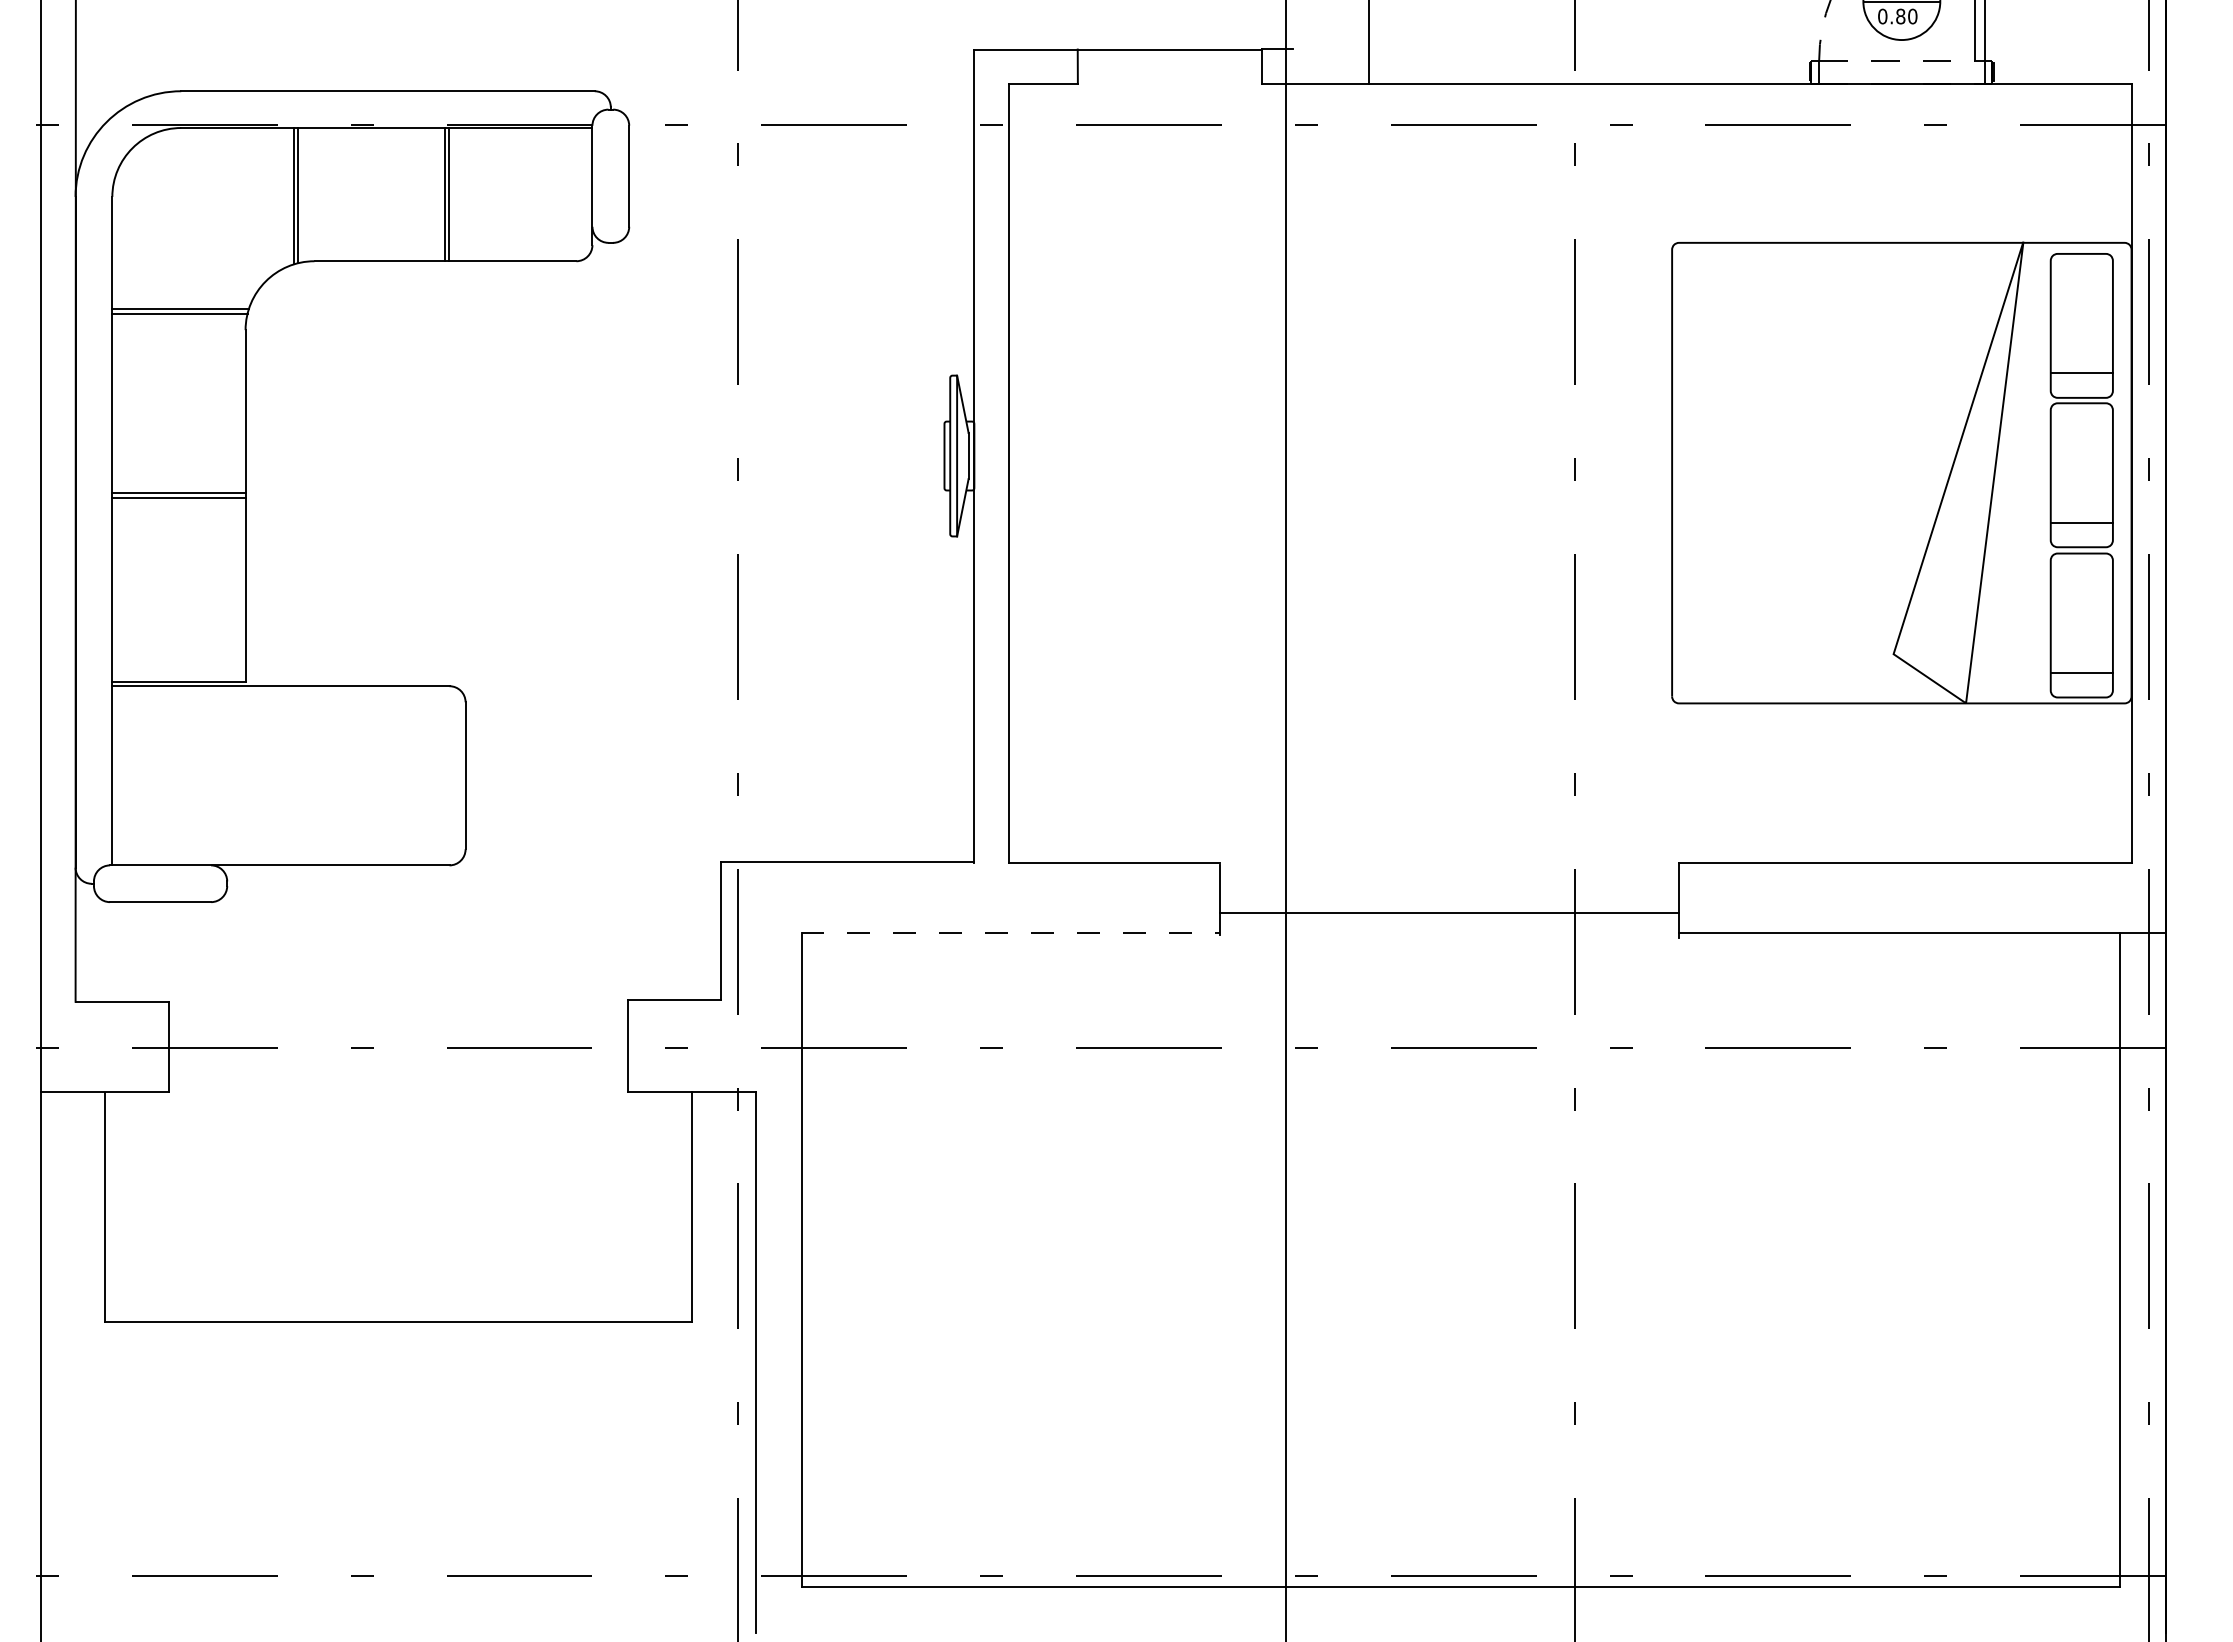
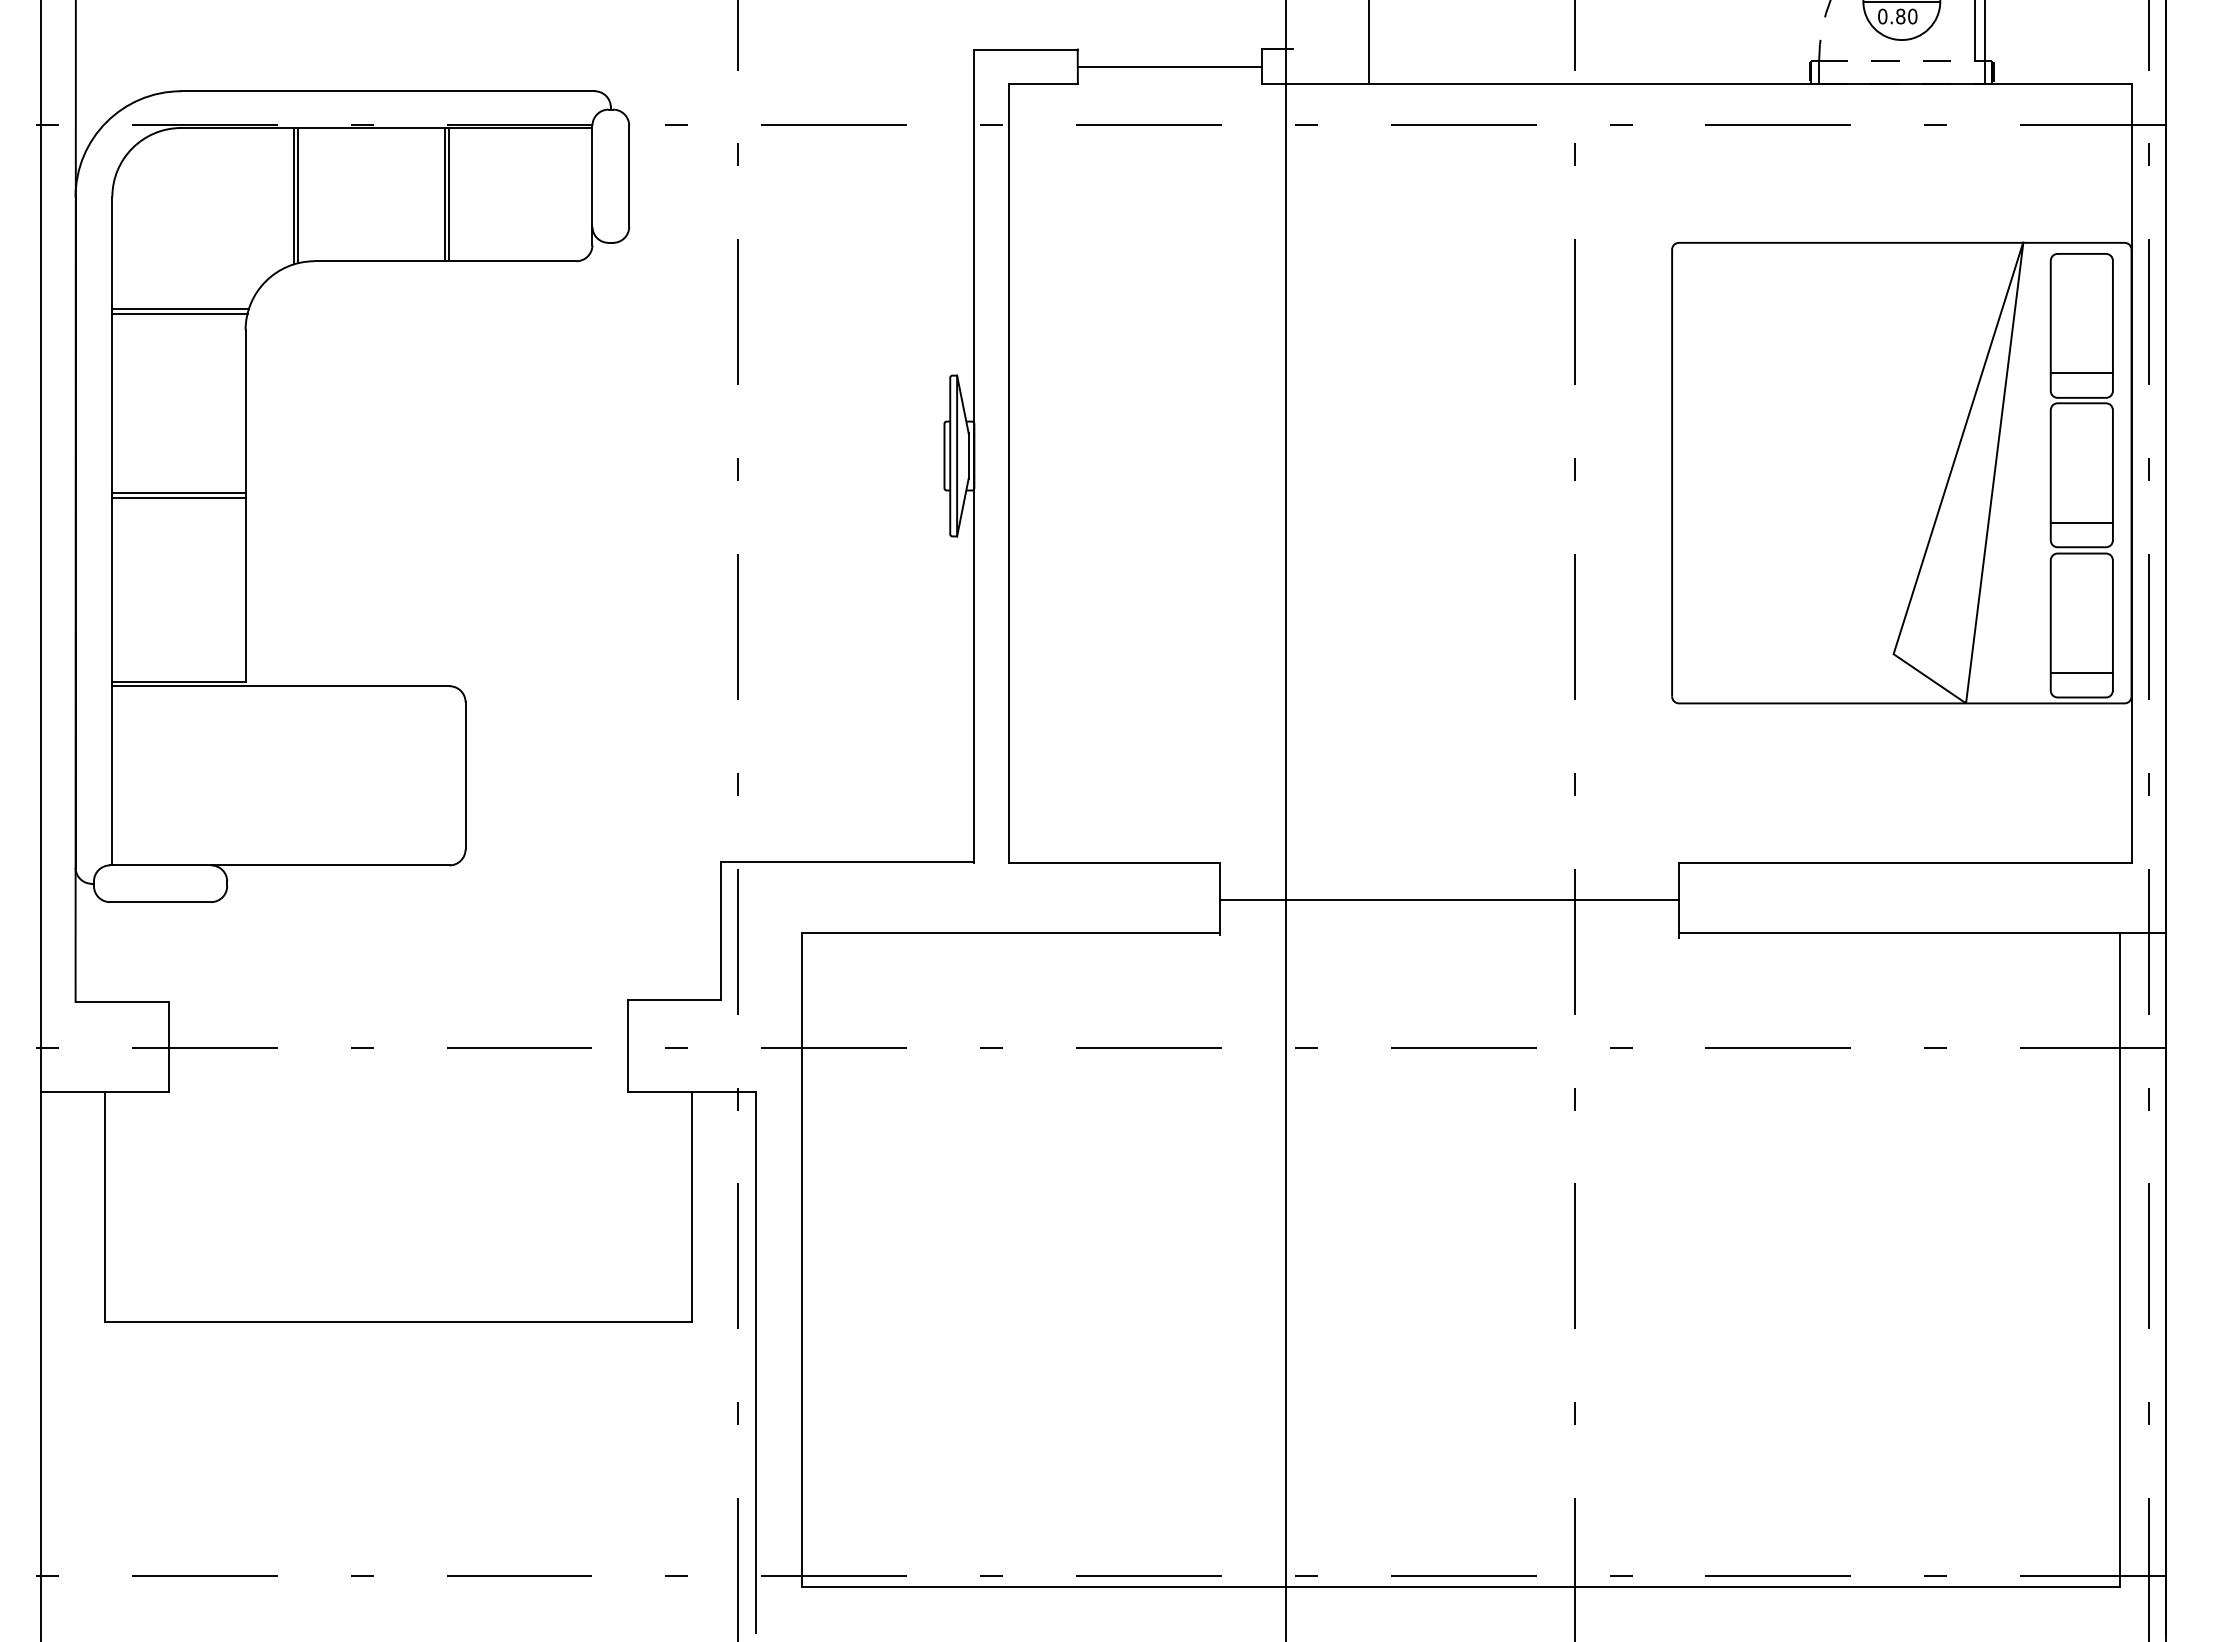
line at (1169, 49) position: (1169, 49) -> (1169, 66)
line at (1449, 913) position: (1449, 913) -> (1449, 900)
line at (1011, 933): dashed -> solid
